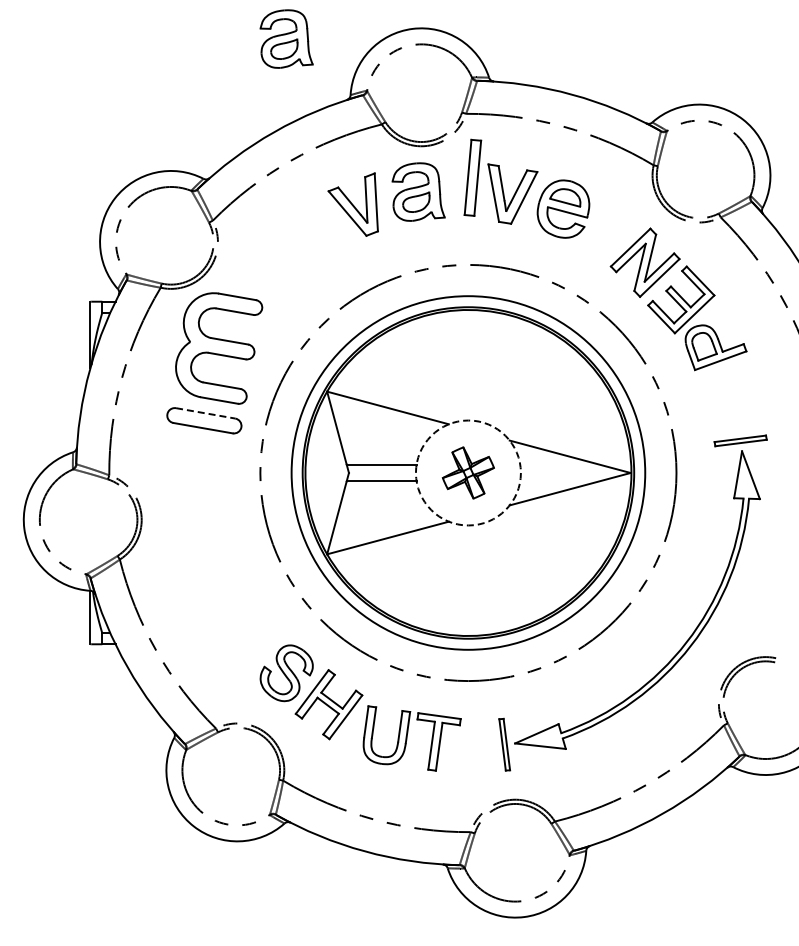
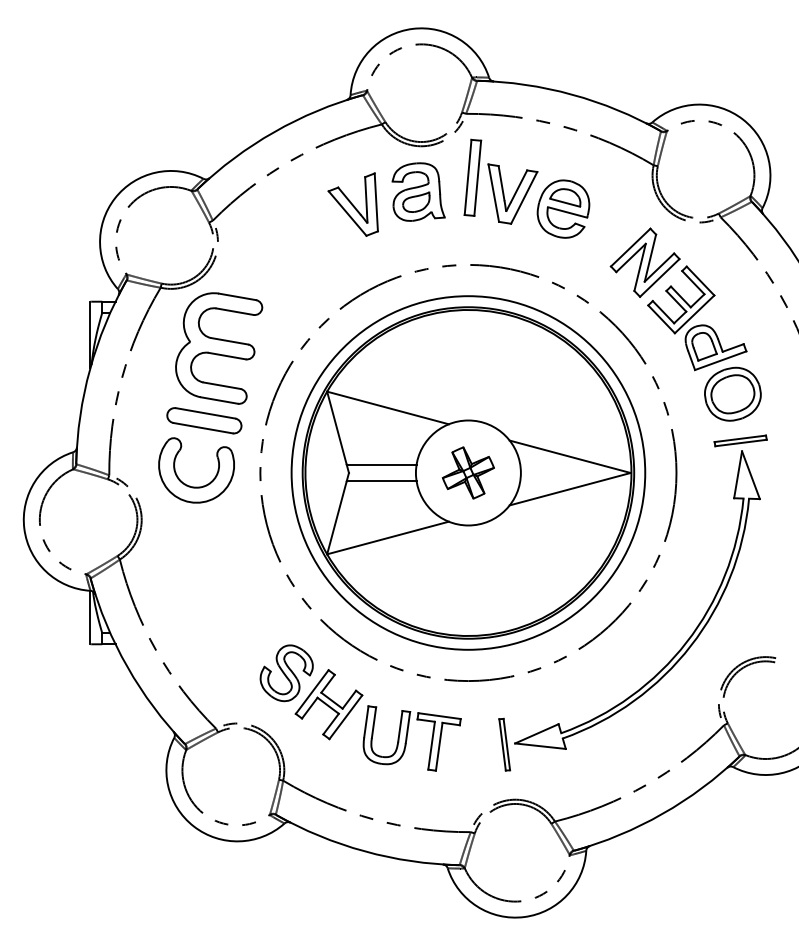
part at (286, 38): present -> none
part at (732, 393): none -> present
line at (206, 413): dashed -> solid
circle at (467, 472): dashed -> solid
part at (196, 486): none -> present
